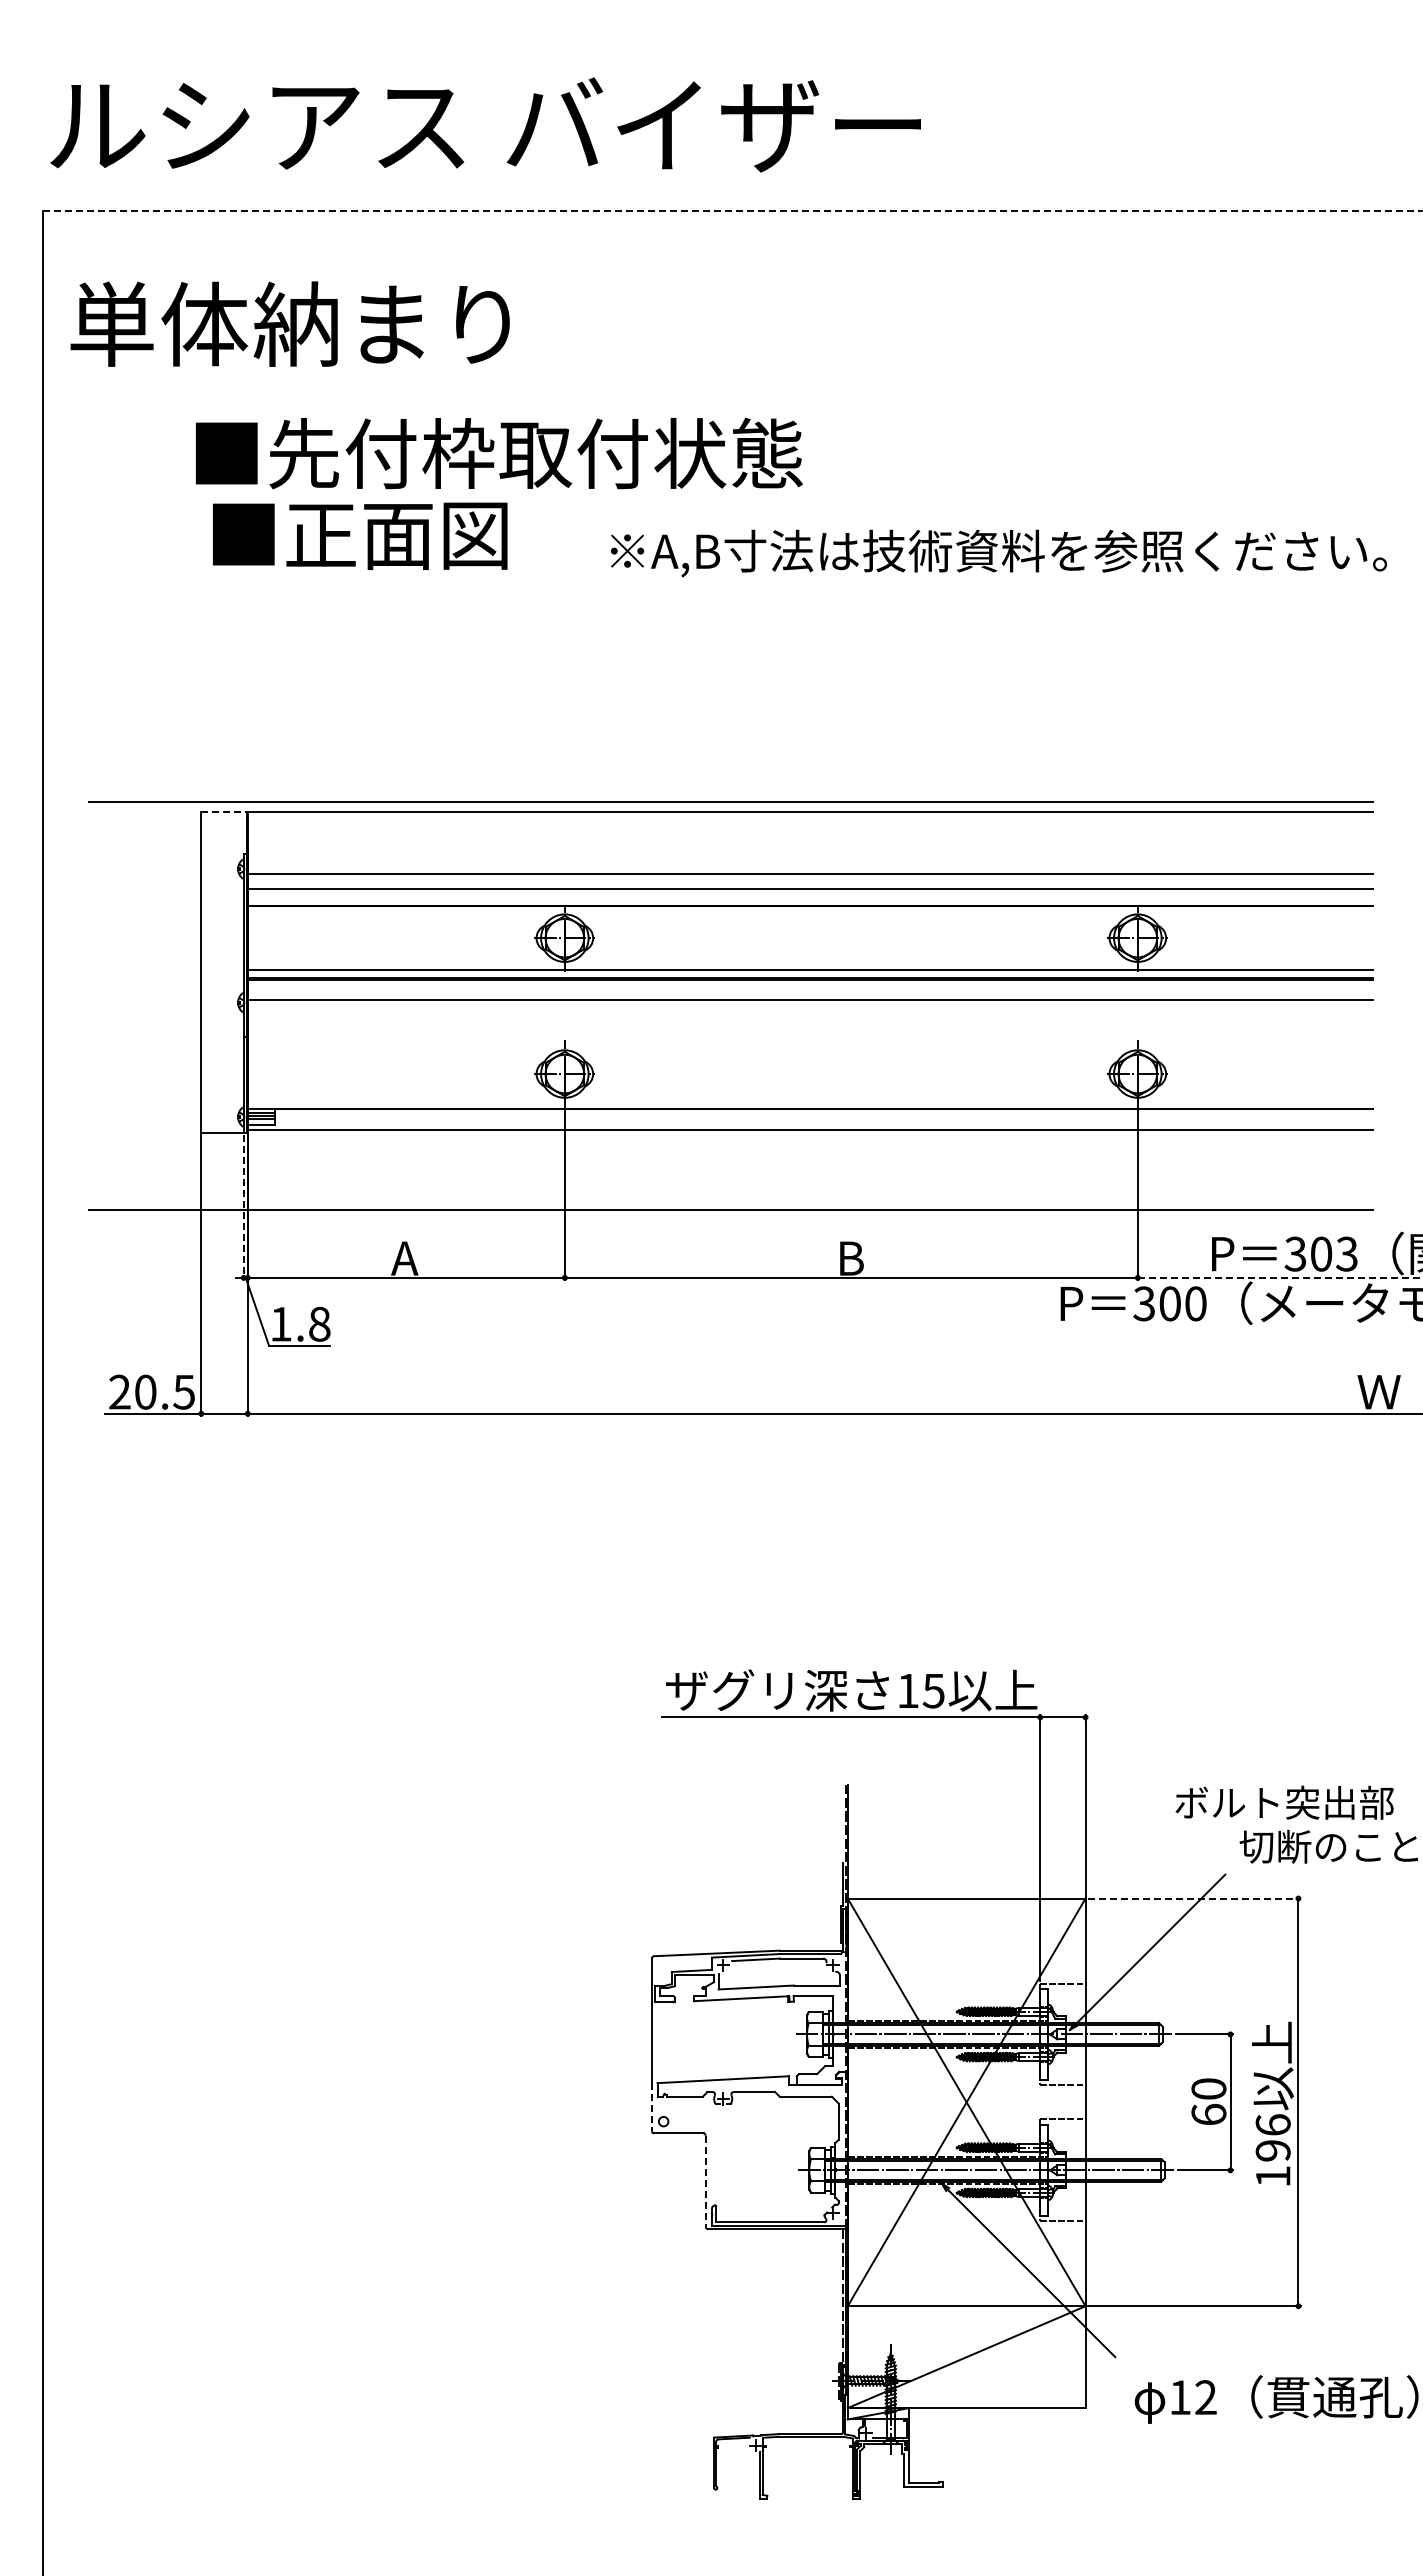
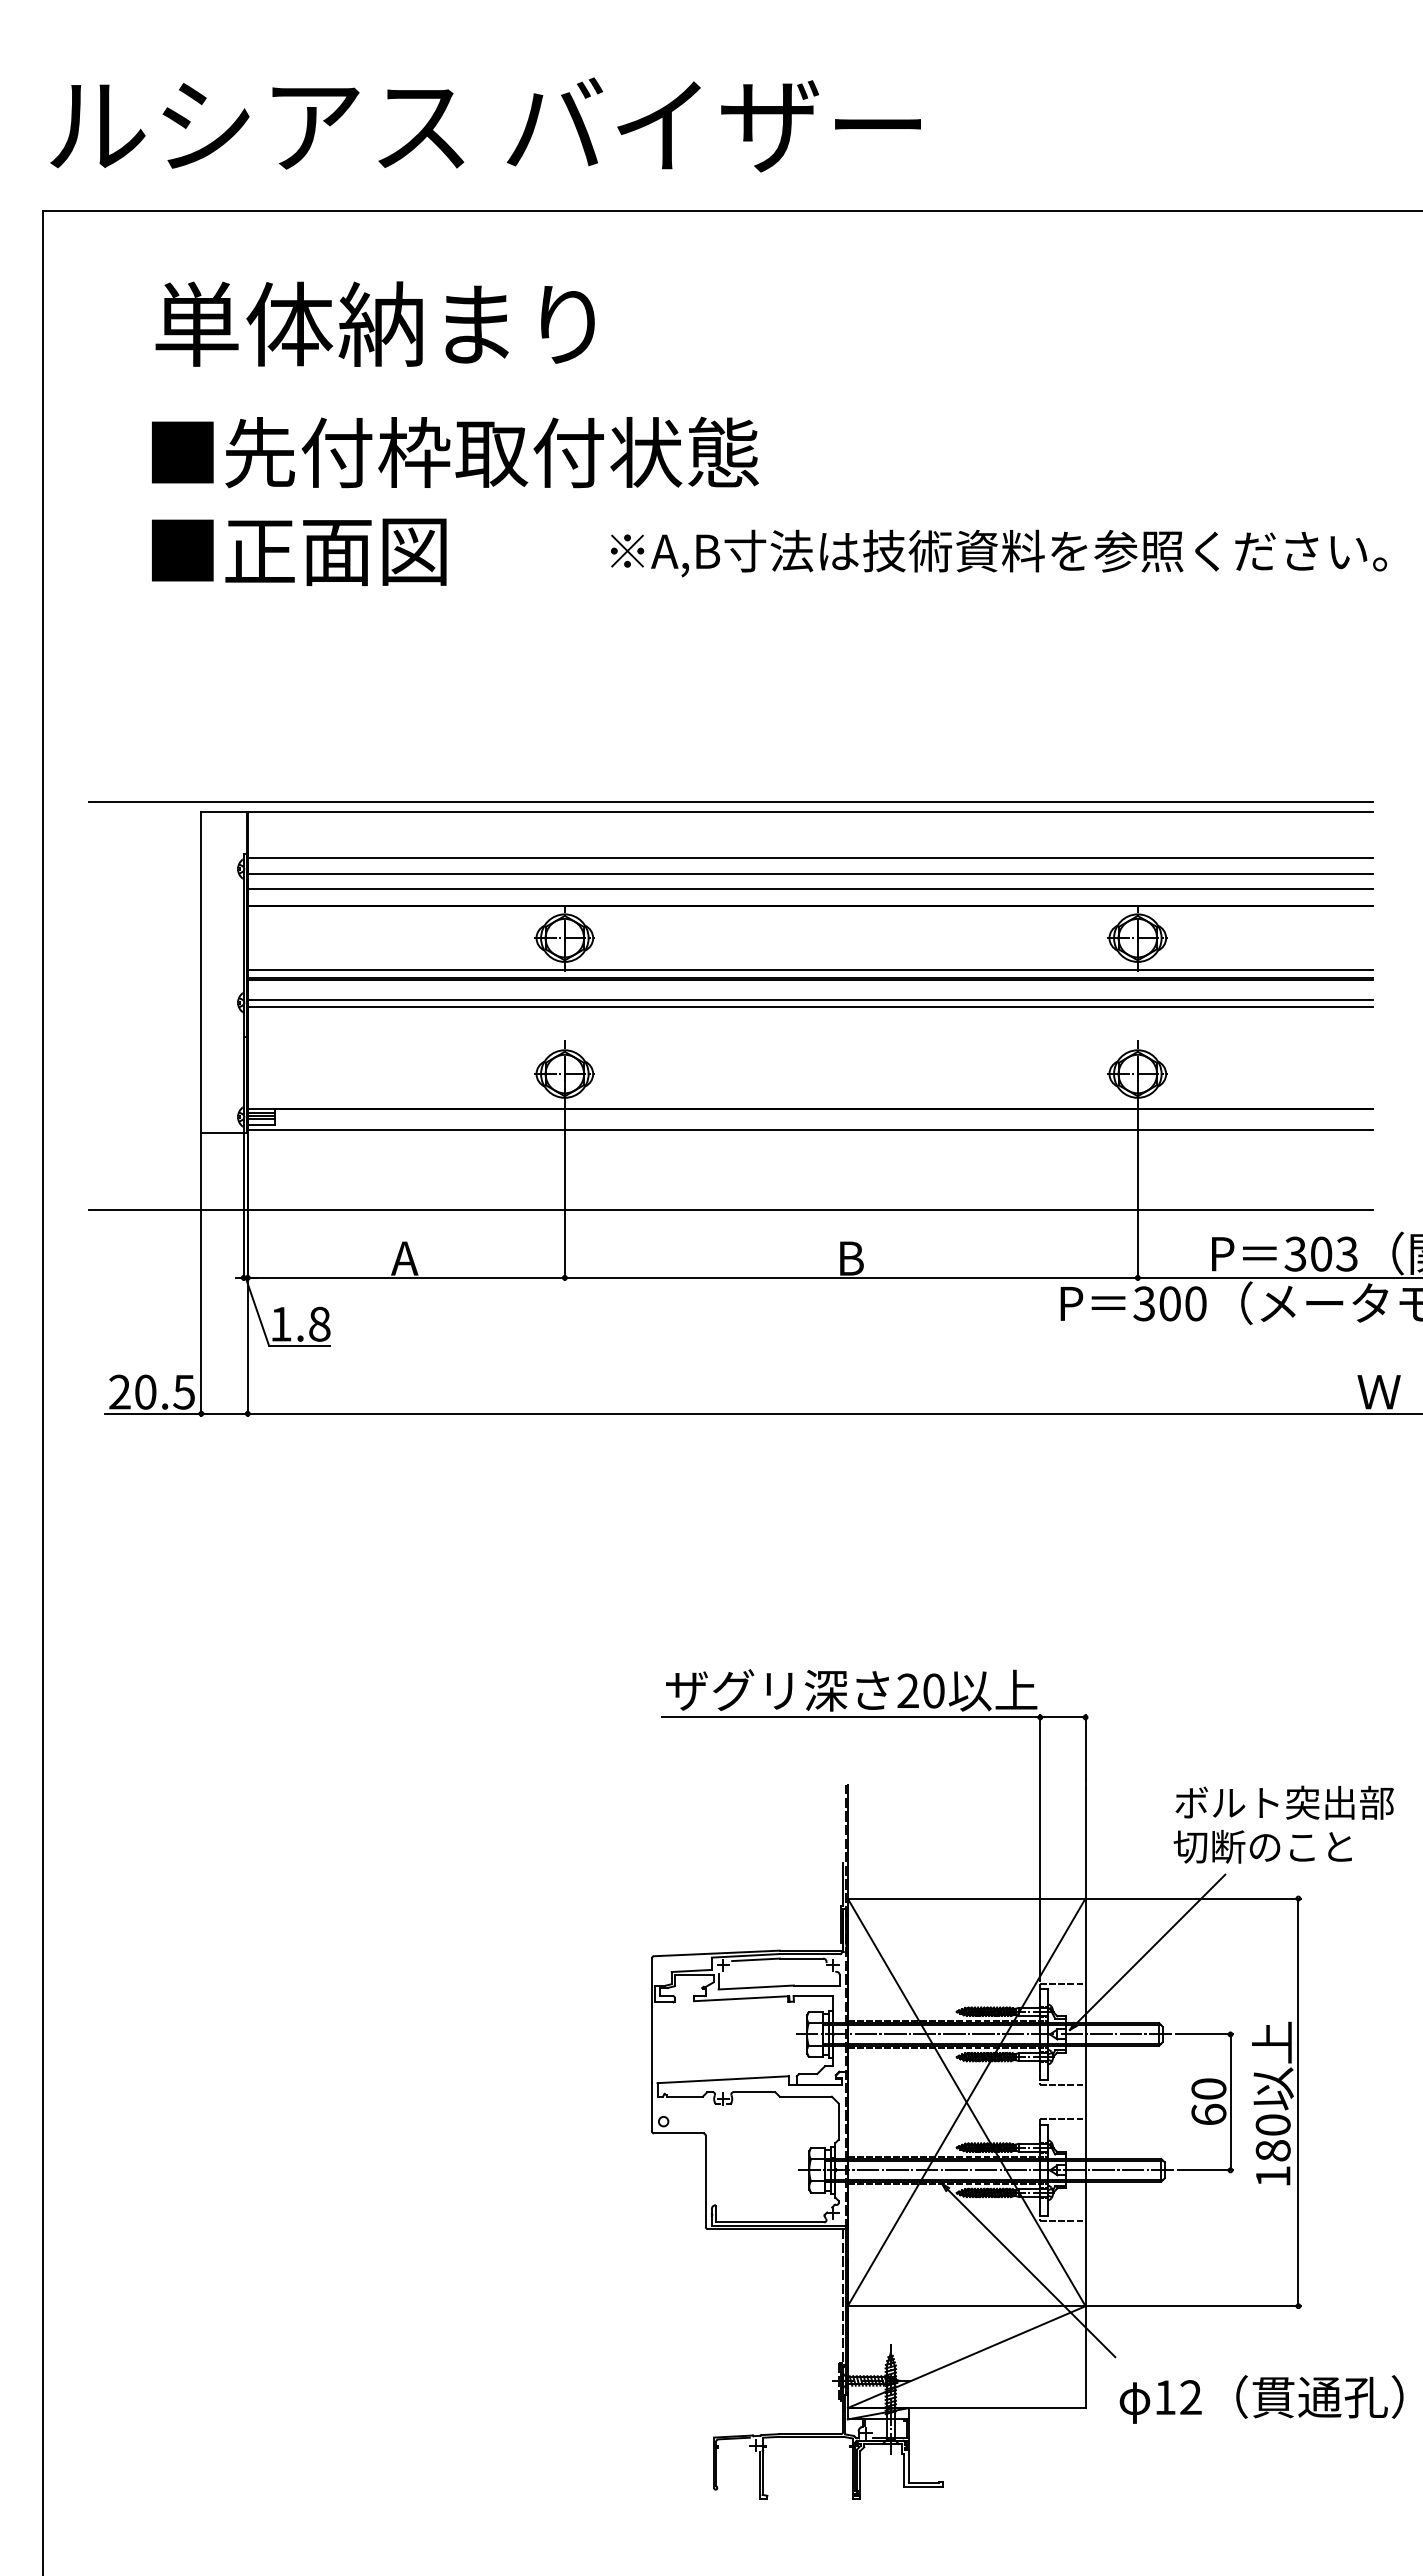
line at (732, 211): dashed -> solid
text at (289, 323) position: (289, 323) -> (374, 323)
text at (499, 453) position: (499, 453) -> (455, 452)
text at (360, 535) position: (360, 535) -> (299, 551)
line at (224, 812): dashed -> solid
line at (810, 857): none -> present
line at (810, 1007): none -> present
line at (243, 1208): dashed -> solid
line at (1280, 1277): dashed -> solid
text at (920, 1690): 15 -> 20
text at (1328, 1846) position: (1328, 1846) -> (1262, 1846)
line at (1194, 1898): dashed -> solid
line at (651, 2107): dashed -> solid
text at (1272, 2137): 196 -> 180
line at (705, 2181): dashed -> solid
text at (1276, 2399) position: (1276, 2399) -> (1261, 2399)
